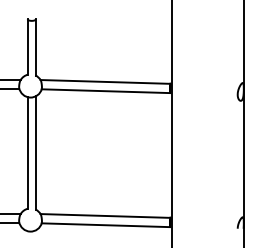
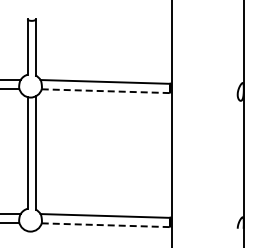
line at (106, 91): solid -> dashed
line at (106, 225): solid -> dashed
